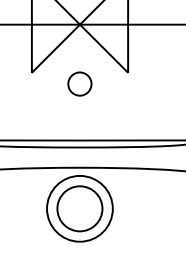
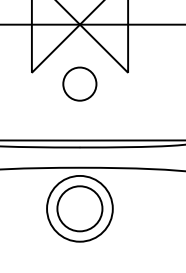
part at (79, 83) size: 26x26 px -> 36x36 px
